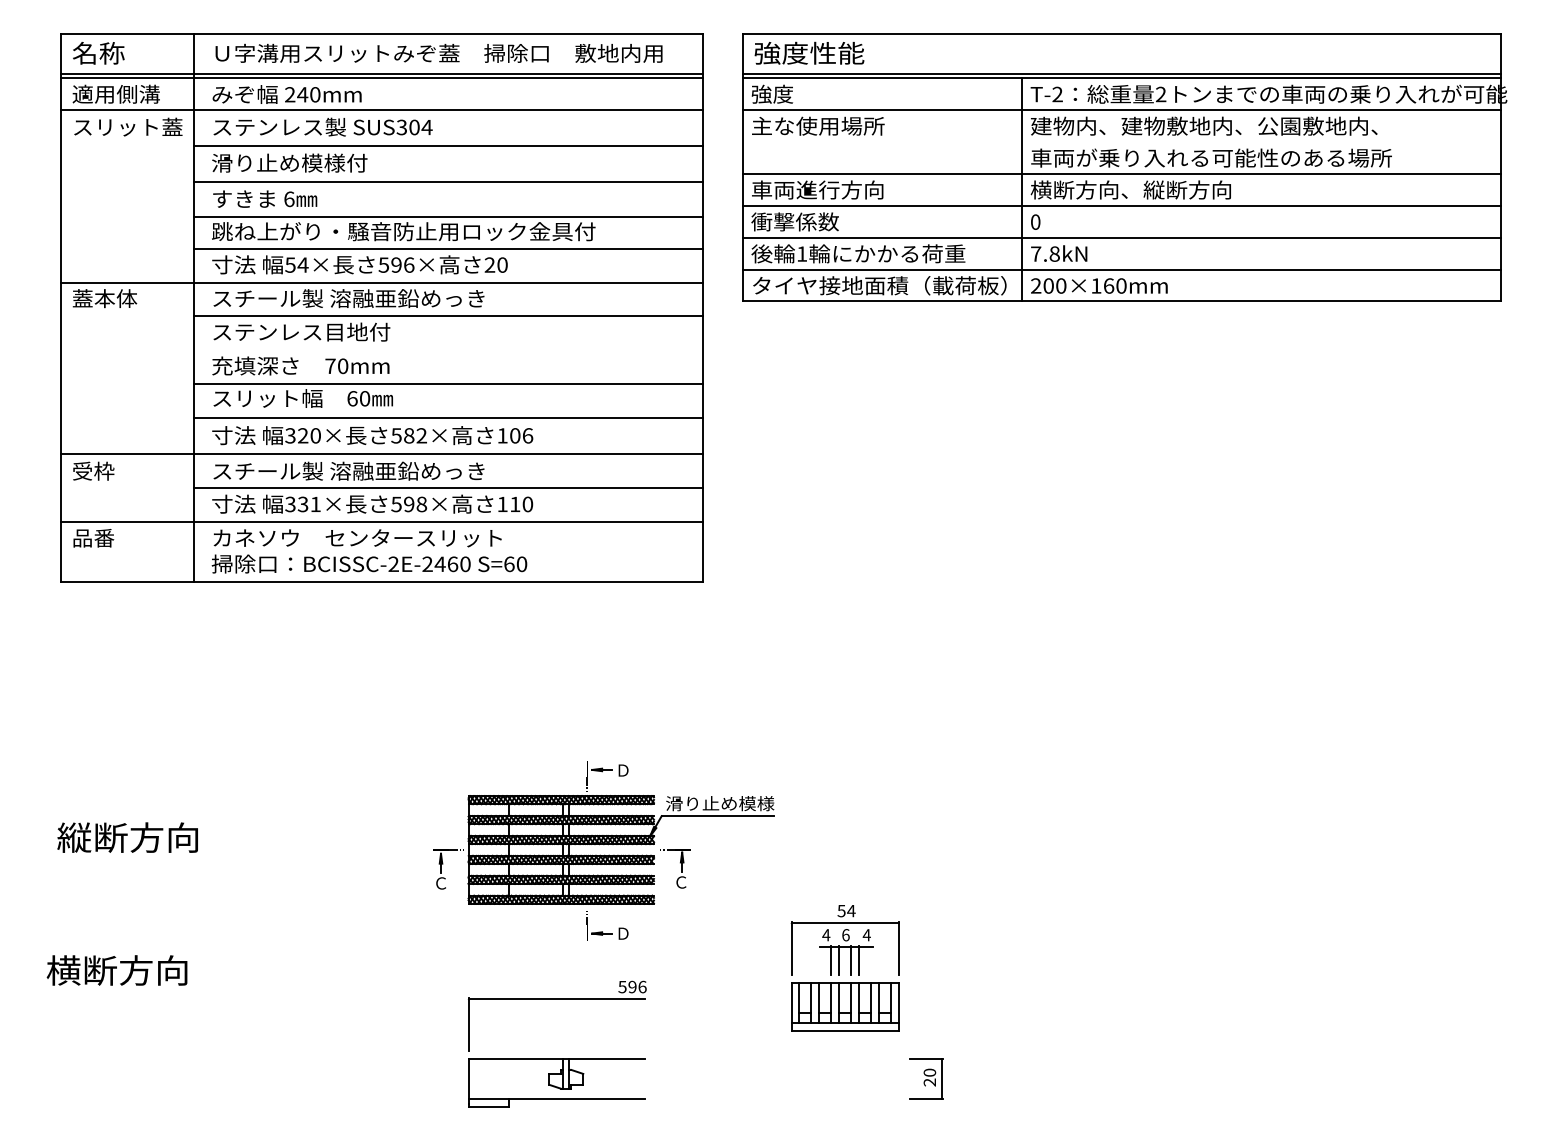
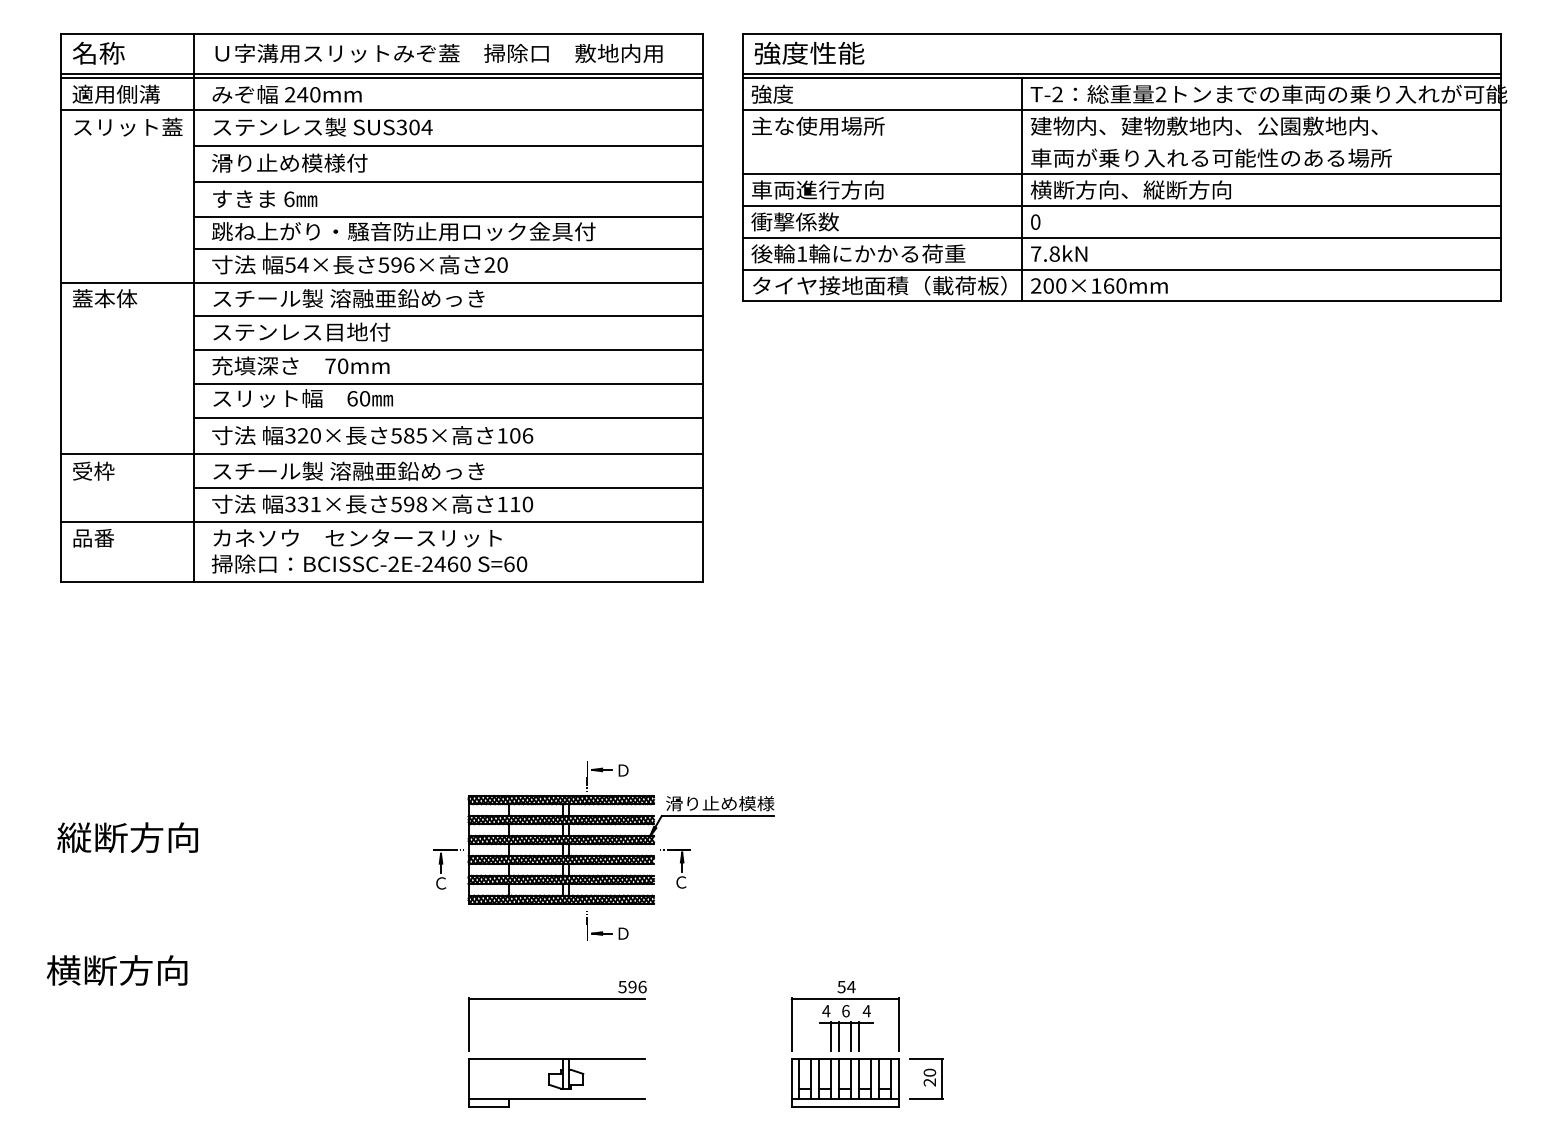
line at (448, 350): none -> present
text at (421, 435): 582× -> 585×
part at (844, 968) position: (844, 968) -> (844, 1044)
